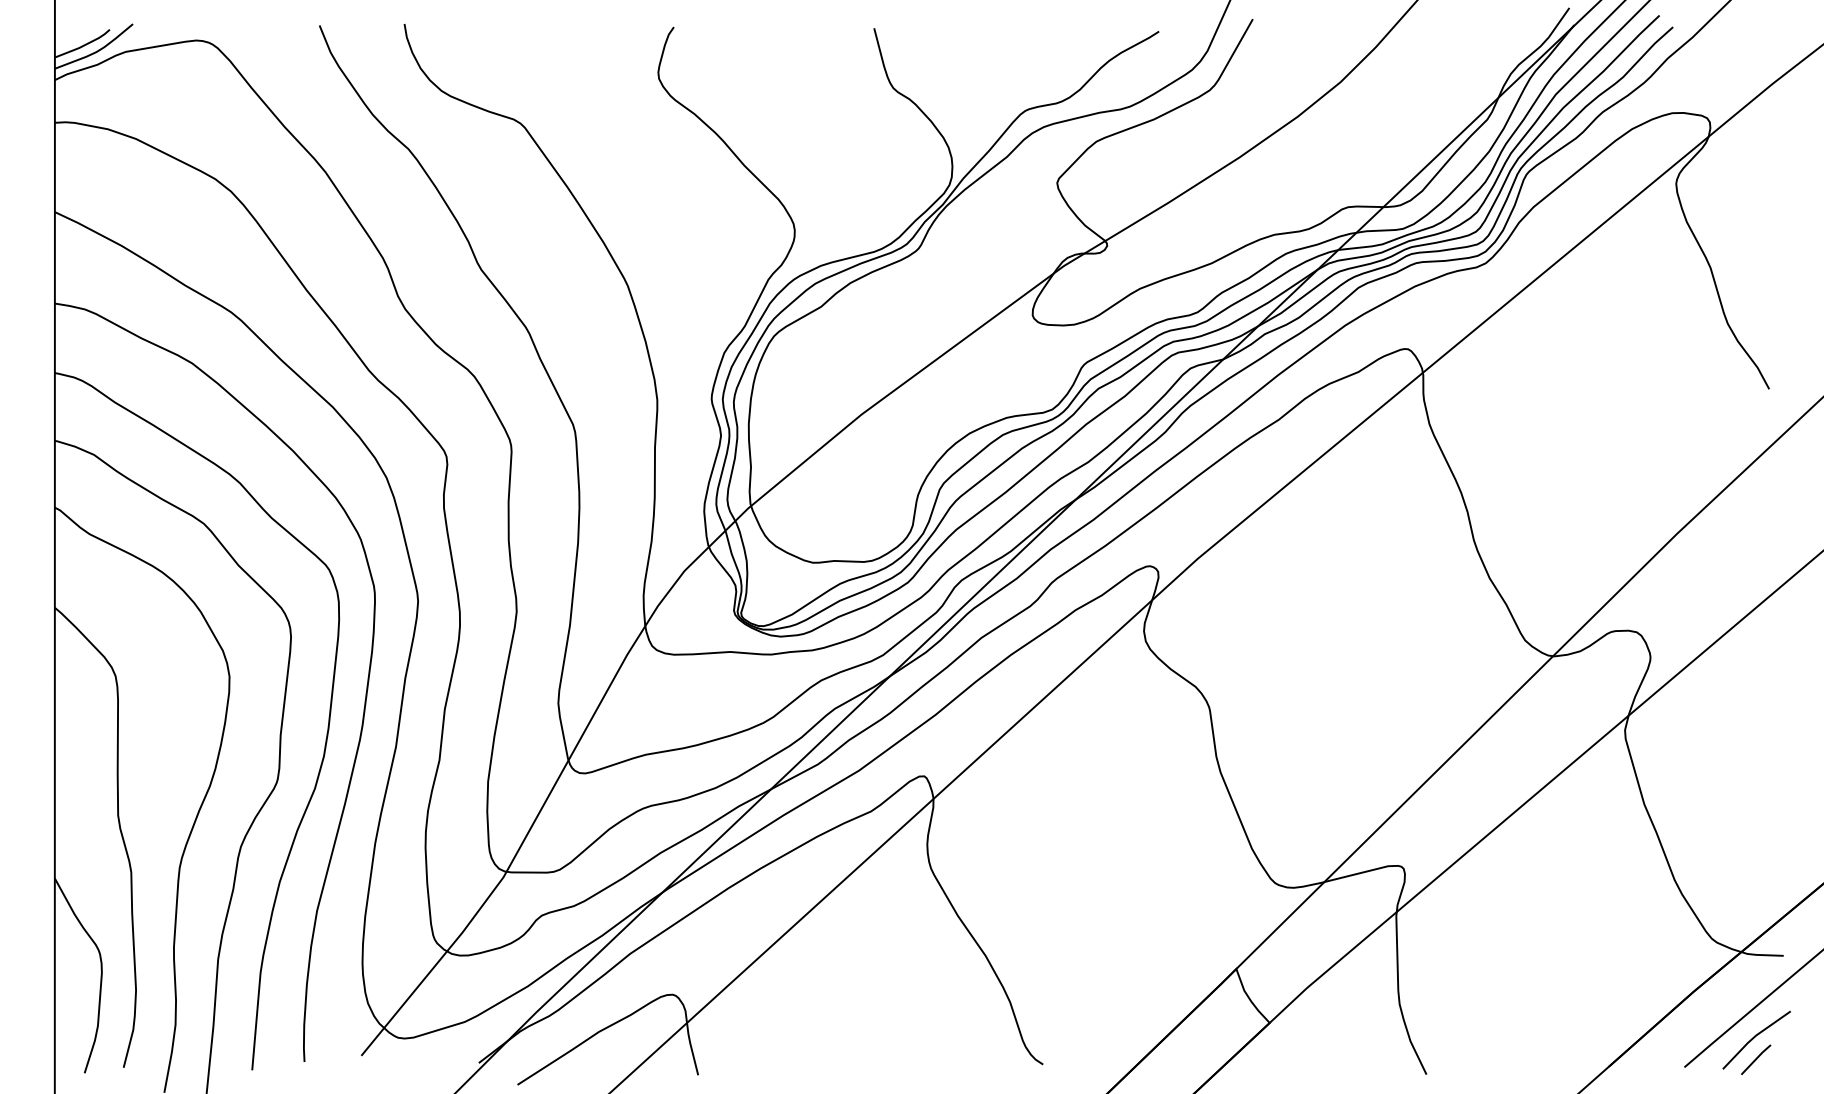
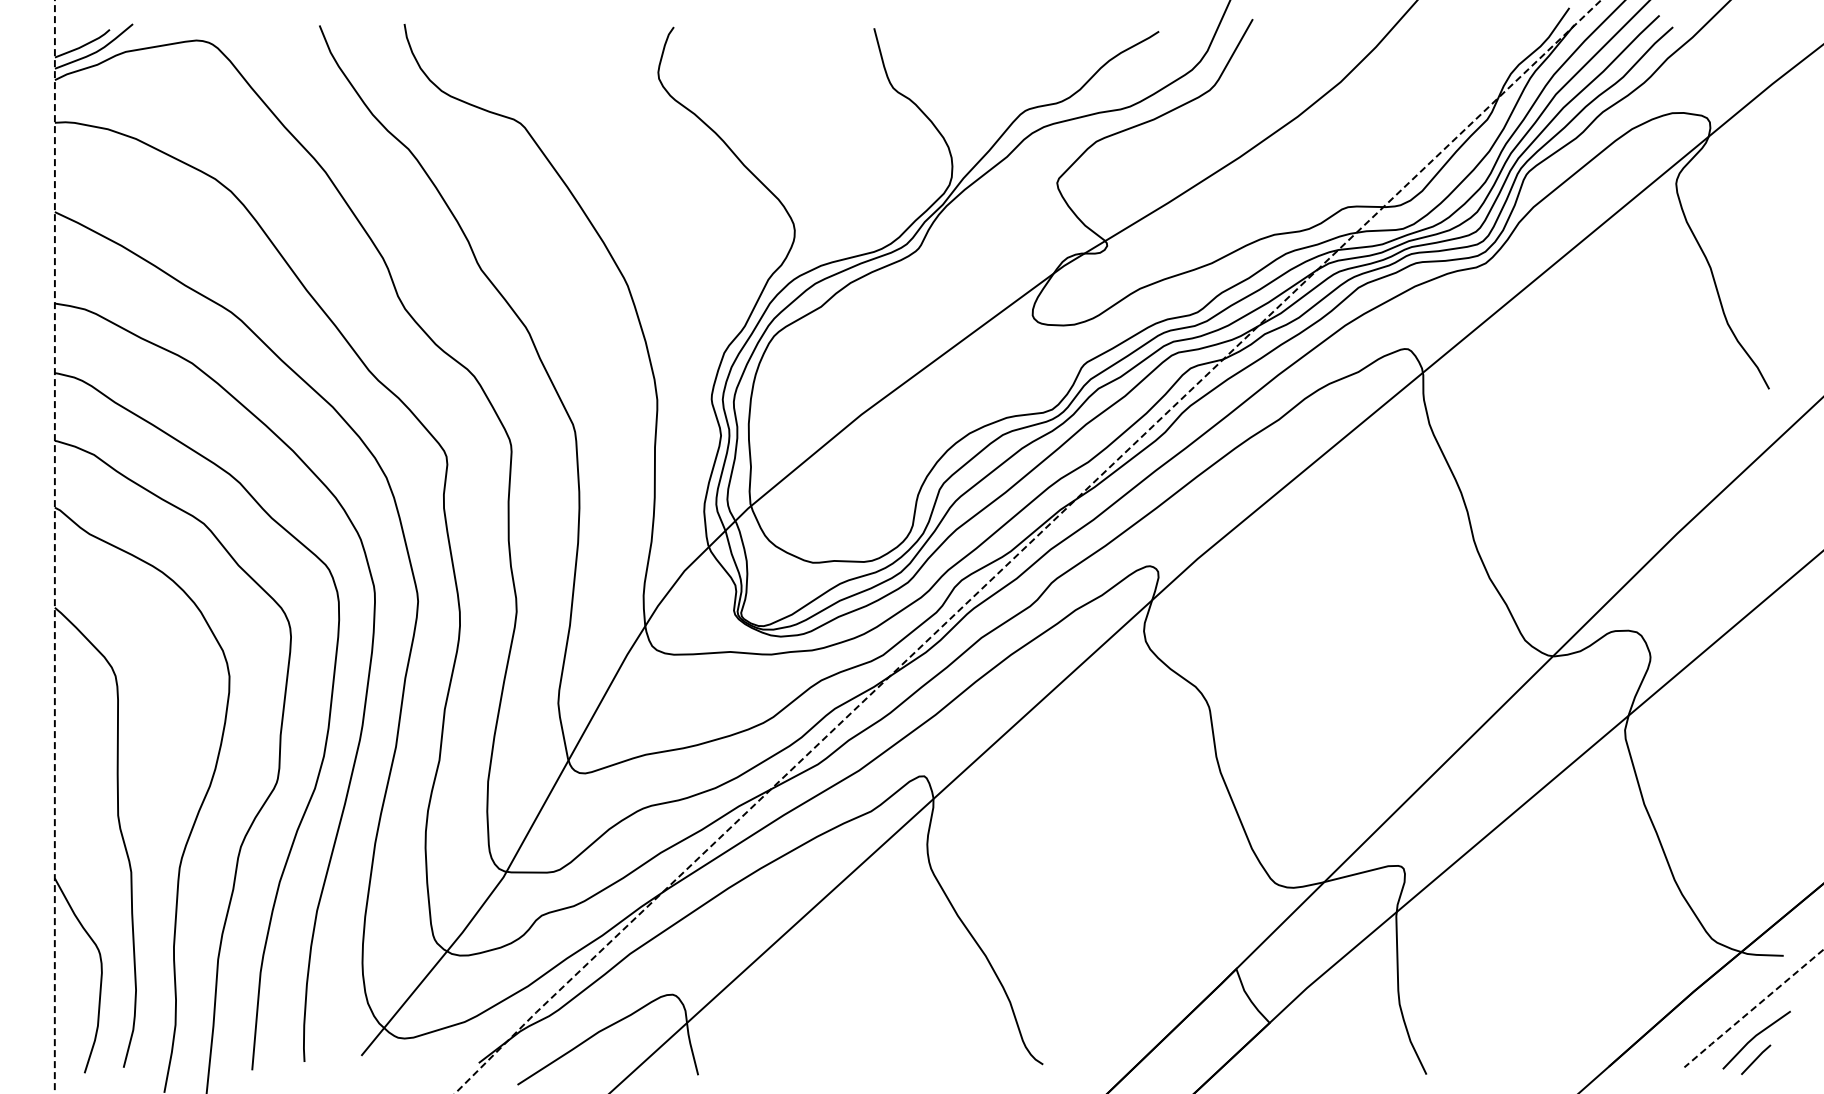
line at (629, 923): solid -> dashed
line at (1753, 1008): solid -> dashed
